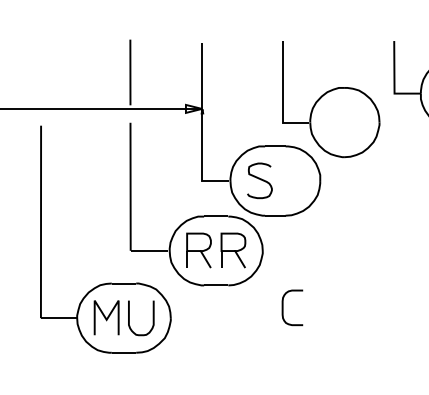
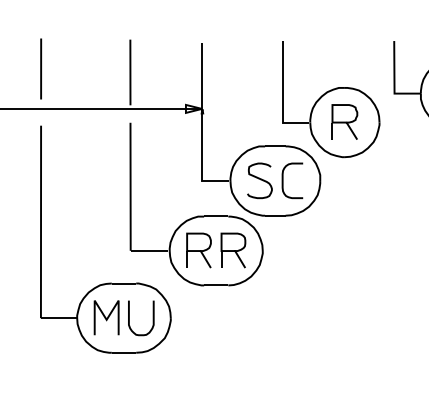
line at (41, 68): none -> present
part at (344, 121): none -> present
curve at (283, 307) position: (283, 307) -> (283, 180)
